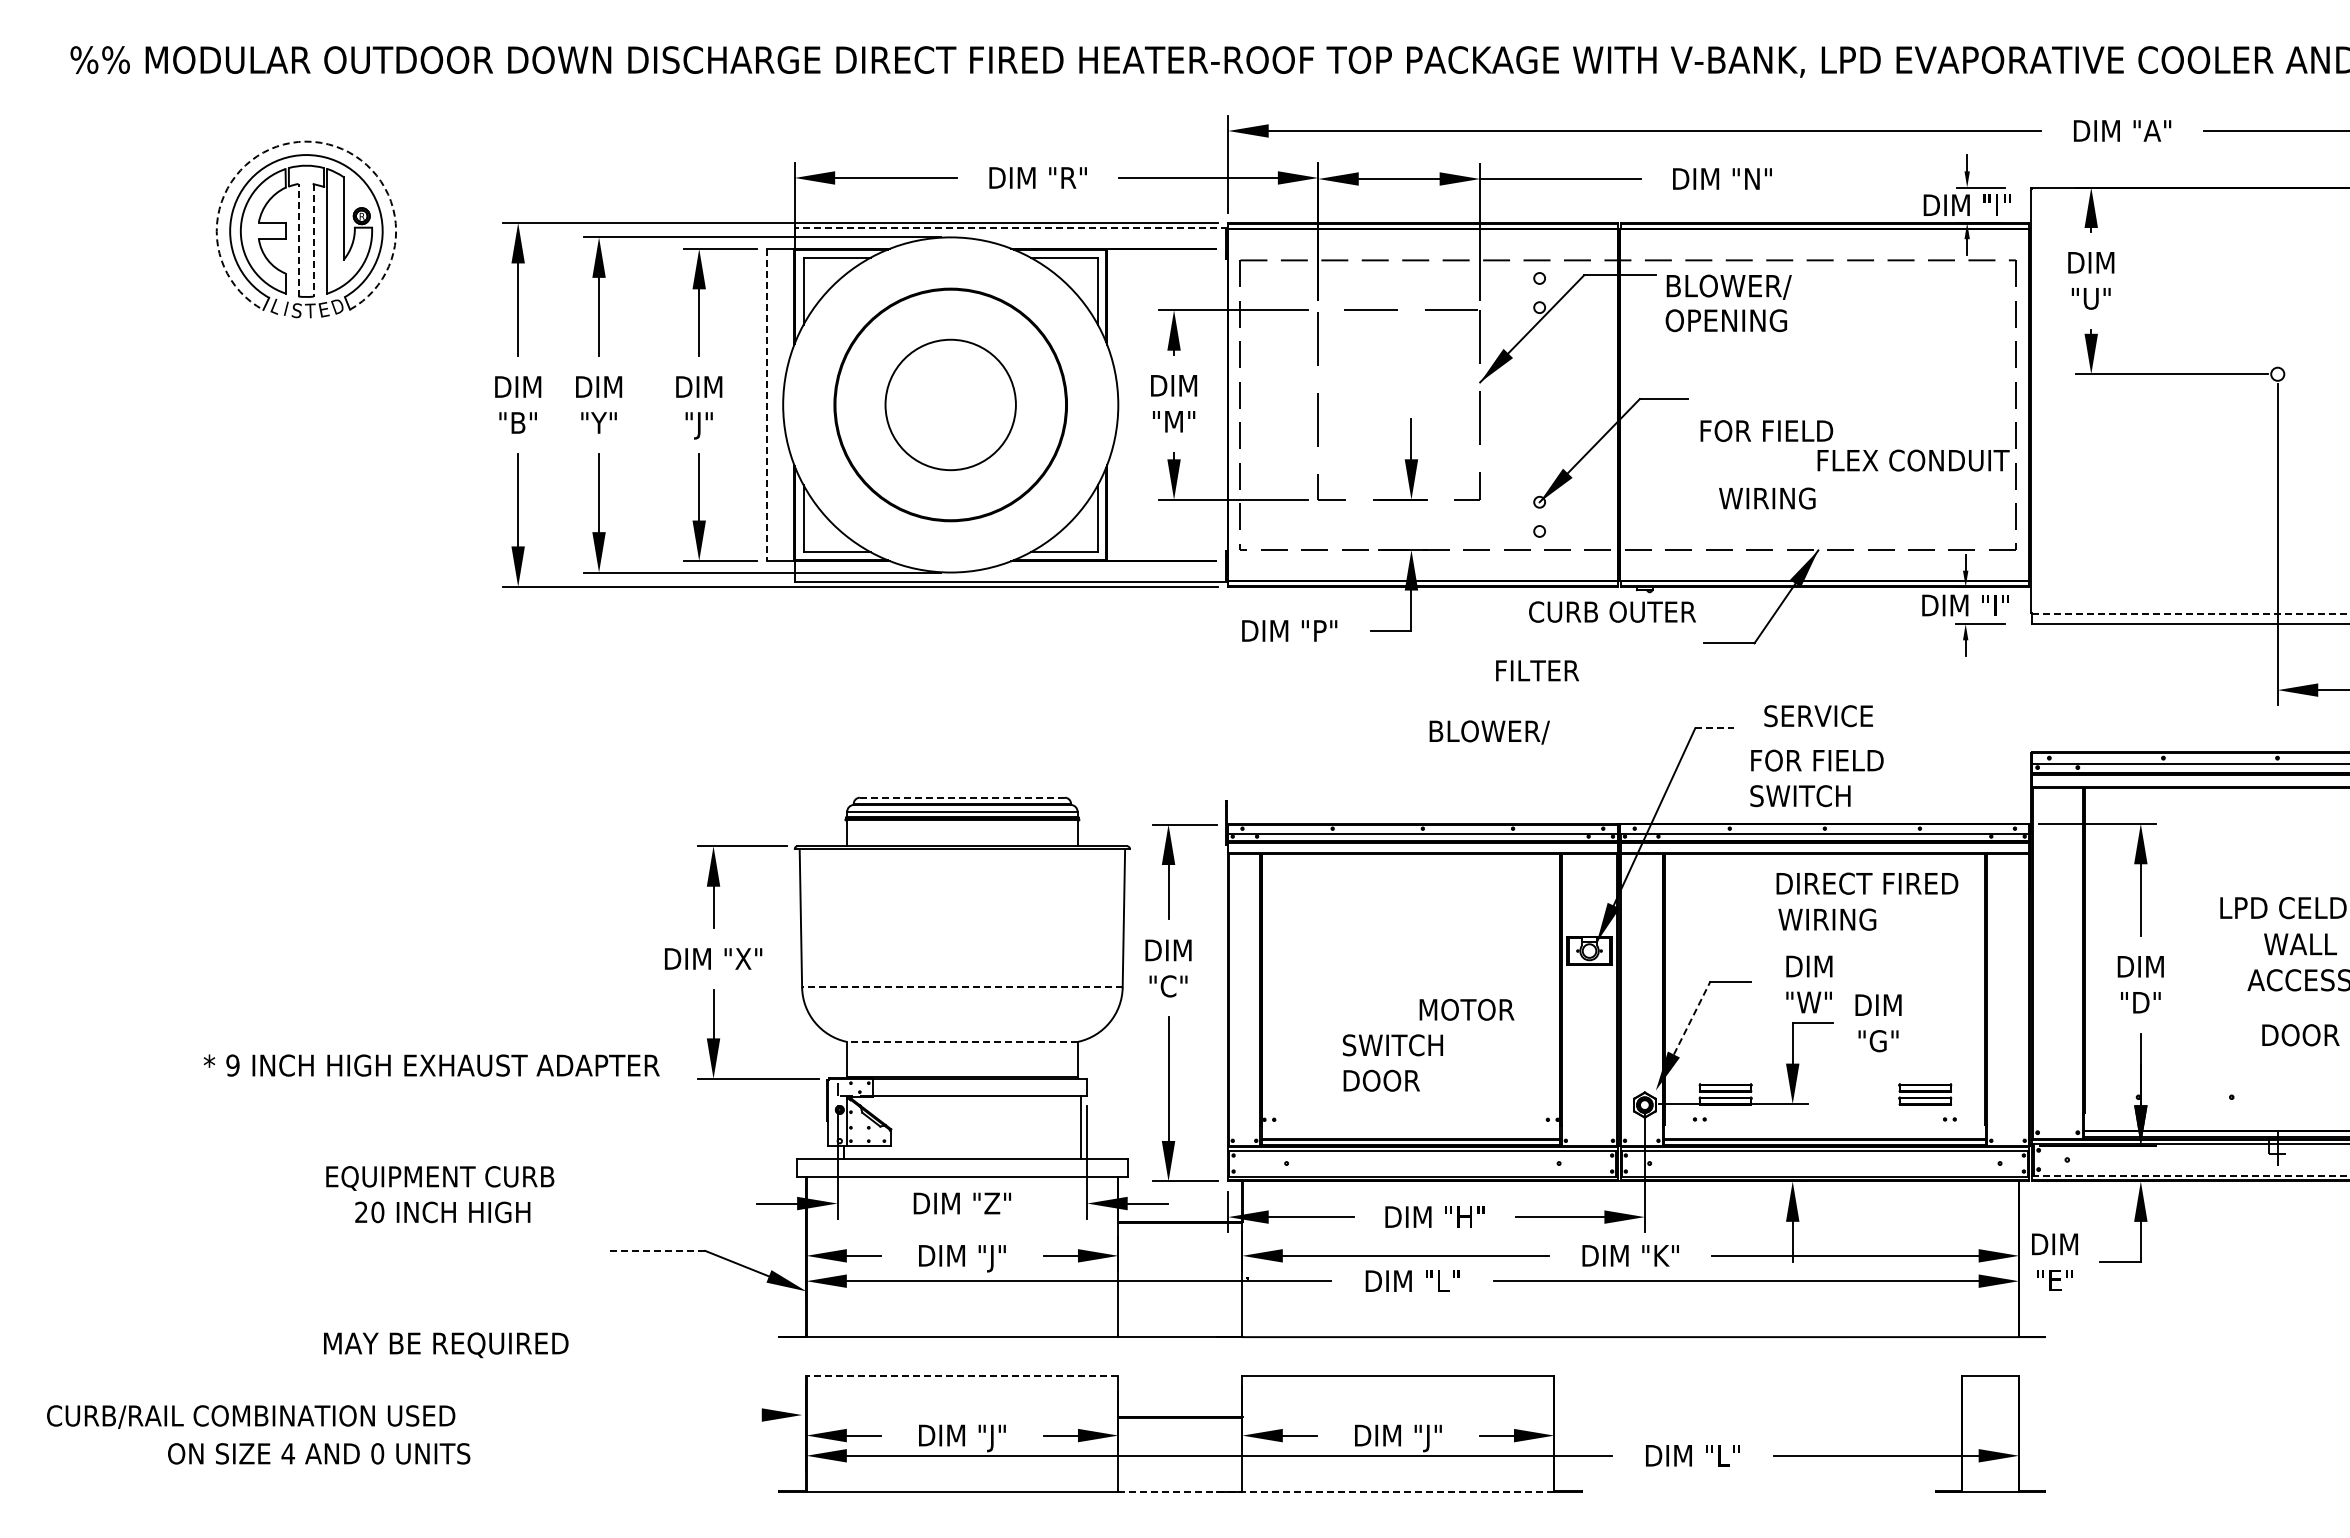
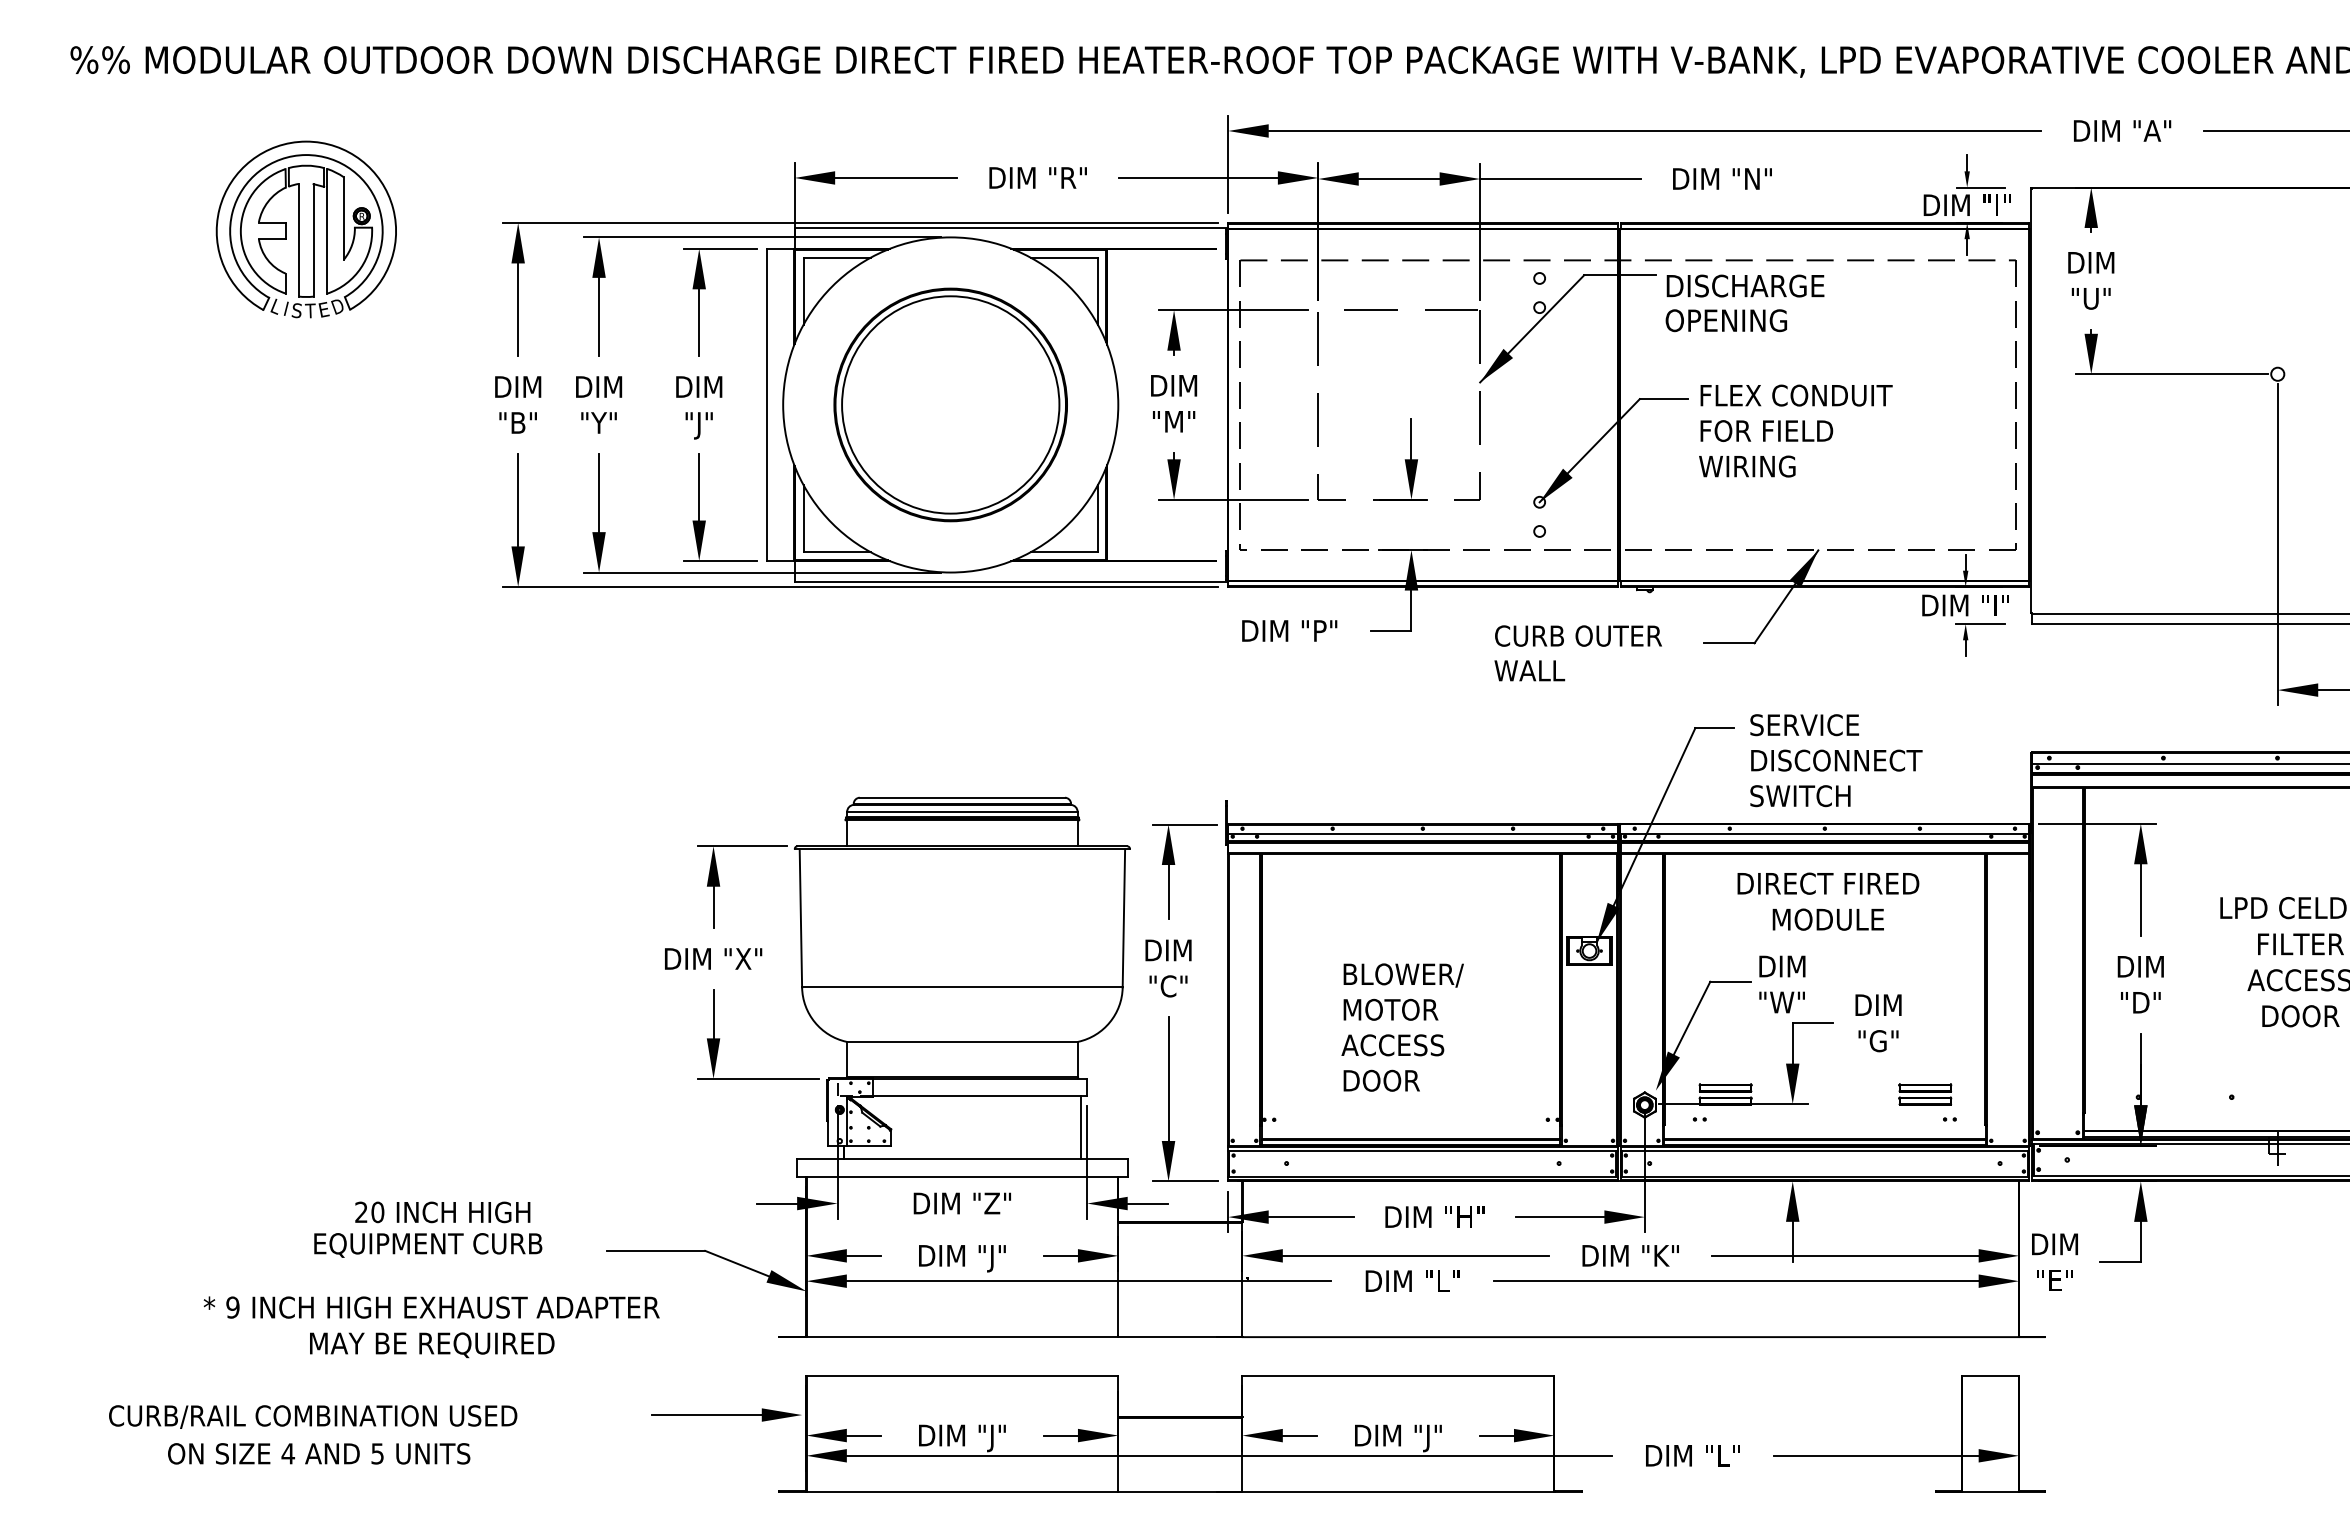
arc at (306, 141): dashed -> solid
line at (1011, 228): dashed -> solid
line at (298, 239): dashed -> solid
line at (313, 240): dashed -> solid
text at (1746, 286): BLOWER/ -> DISCHARGE
circle at (950, 404) diameter: 130 px -> 217 px
line at (767, 405): dashed -> solid
text at (1913, 460) position: (1913, 460) -> (1796, 395)
text at (1767, 498) position: (1767, 498) -> (1747, 466)
text at (1612, 611) position: (1612, 611) -> (1578, 635)
line at (2190, 613): dashed -> solid
text at (1536, 670): FILTER -> WALL
text at (1818, 716) position: (1818, 716) -> (1804, 725)
line at (1715, 728): dashed -> solid
text at (1489, 732) position: (1489, 732) -> (1403, 975)
text at (1837, 760): FOR FIELD -> DISCONNECT
line at (962, 797): dashed -> solid
text at (1867, 883) position: (1867, 883) -> (1828, 883)
text at (1827, 919): WIRING -> MODULE
text at (2300, 944): WALL -> FILTER
text at (1809, 984) position: (1809, 984) -> (1782, 984)
line at (961, 987): dashed -> solid
text at (1466, 1009) position: (1466, 1009) -> (1390, 1009)
line at (1692, 1018): dashed -> solid
text at (2300, 1035) position: (2300, 1035) -> (2300, 1016)
line at (962, 1041): dashed -> solid
text at (1392, 1045): SWITCH -> ACCESS
text at (431, 1065) position: (431, 1065) -> (431, 1307)
line at (2191, 1175): dashed -> solid
text at (440, 1178) position: (440, 1178) -> (428, 1245)
line at (656, 1250): dashed -> solid
text at (446, 1345) position: (446, 1345) -> (432, 1345)
line at (961, 1375): dashed -> solid
line at (706, 1415): none -> present
text at (251, 1416) position: (251, 1416) -> (313, 1416)
text at (377, 1453): 0 -> 5
line at (1336, 1491): dashed -> solid
